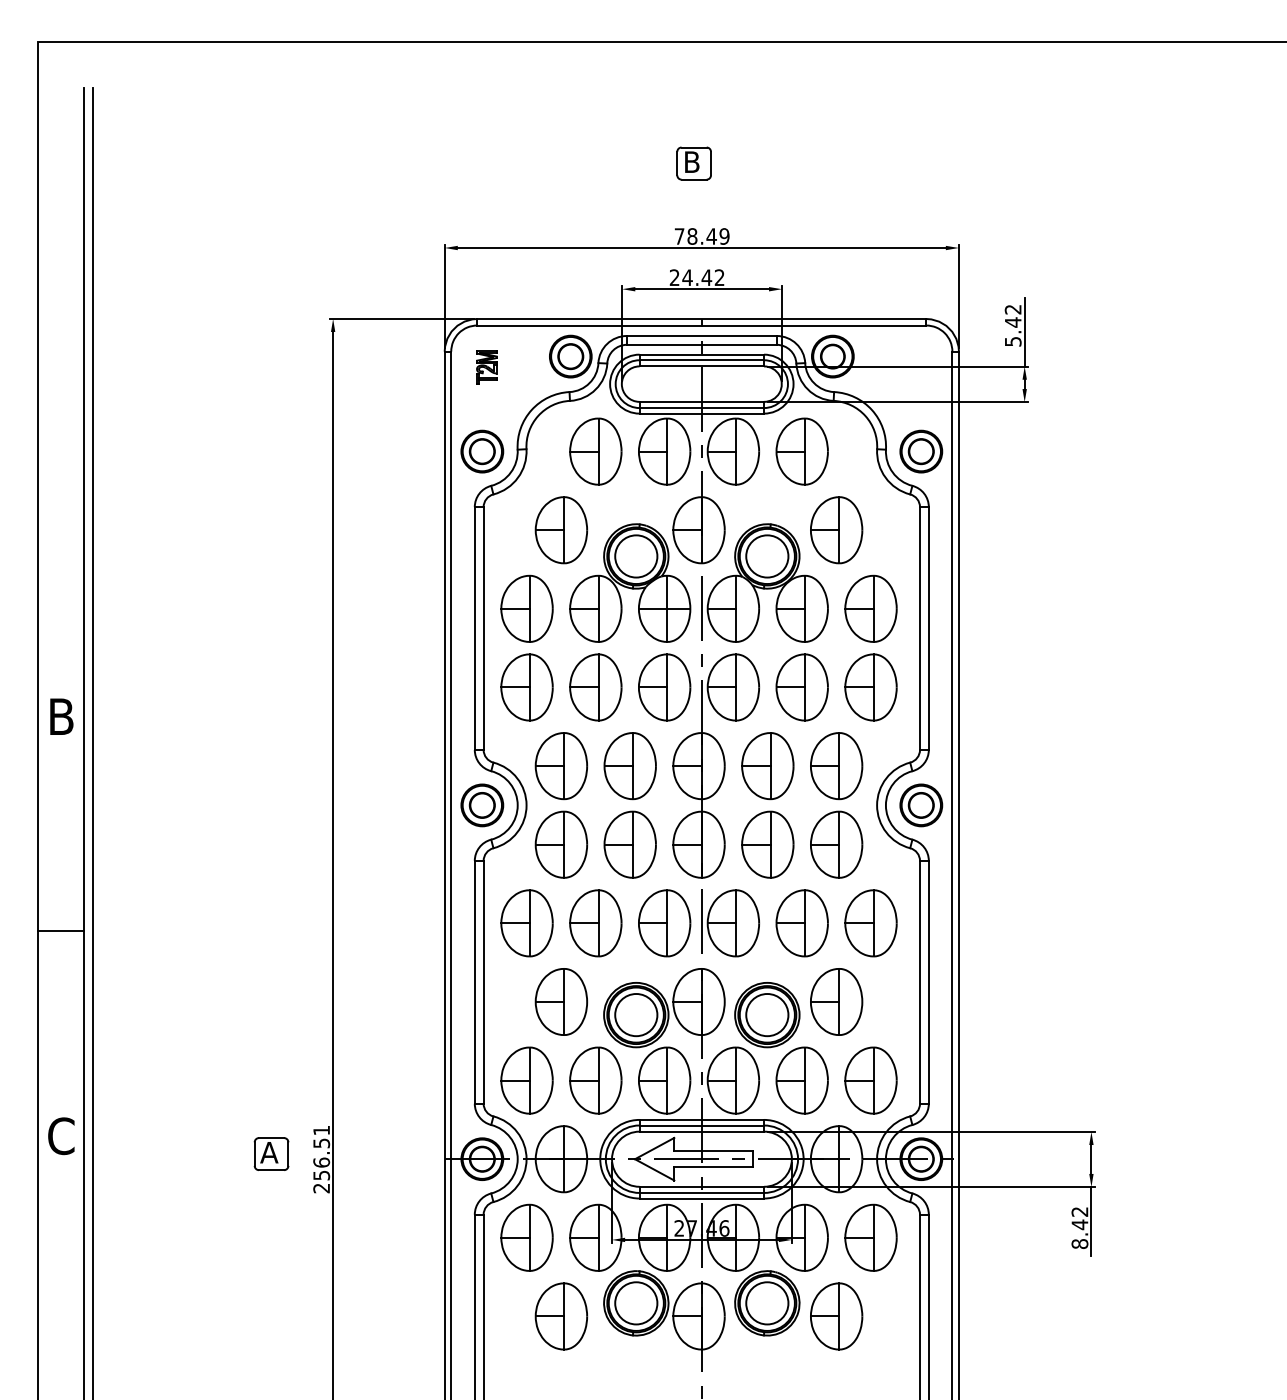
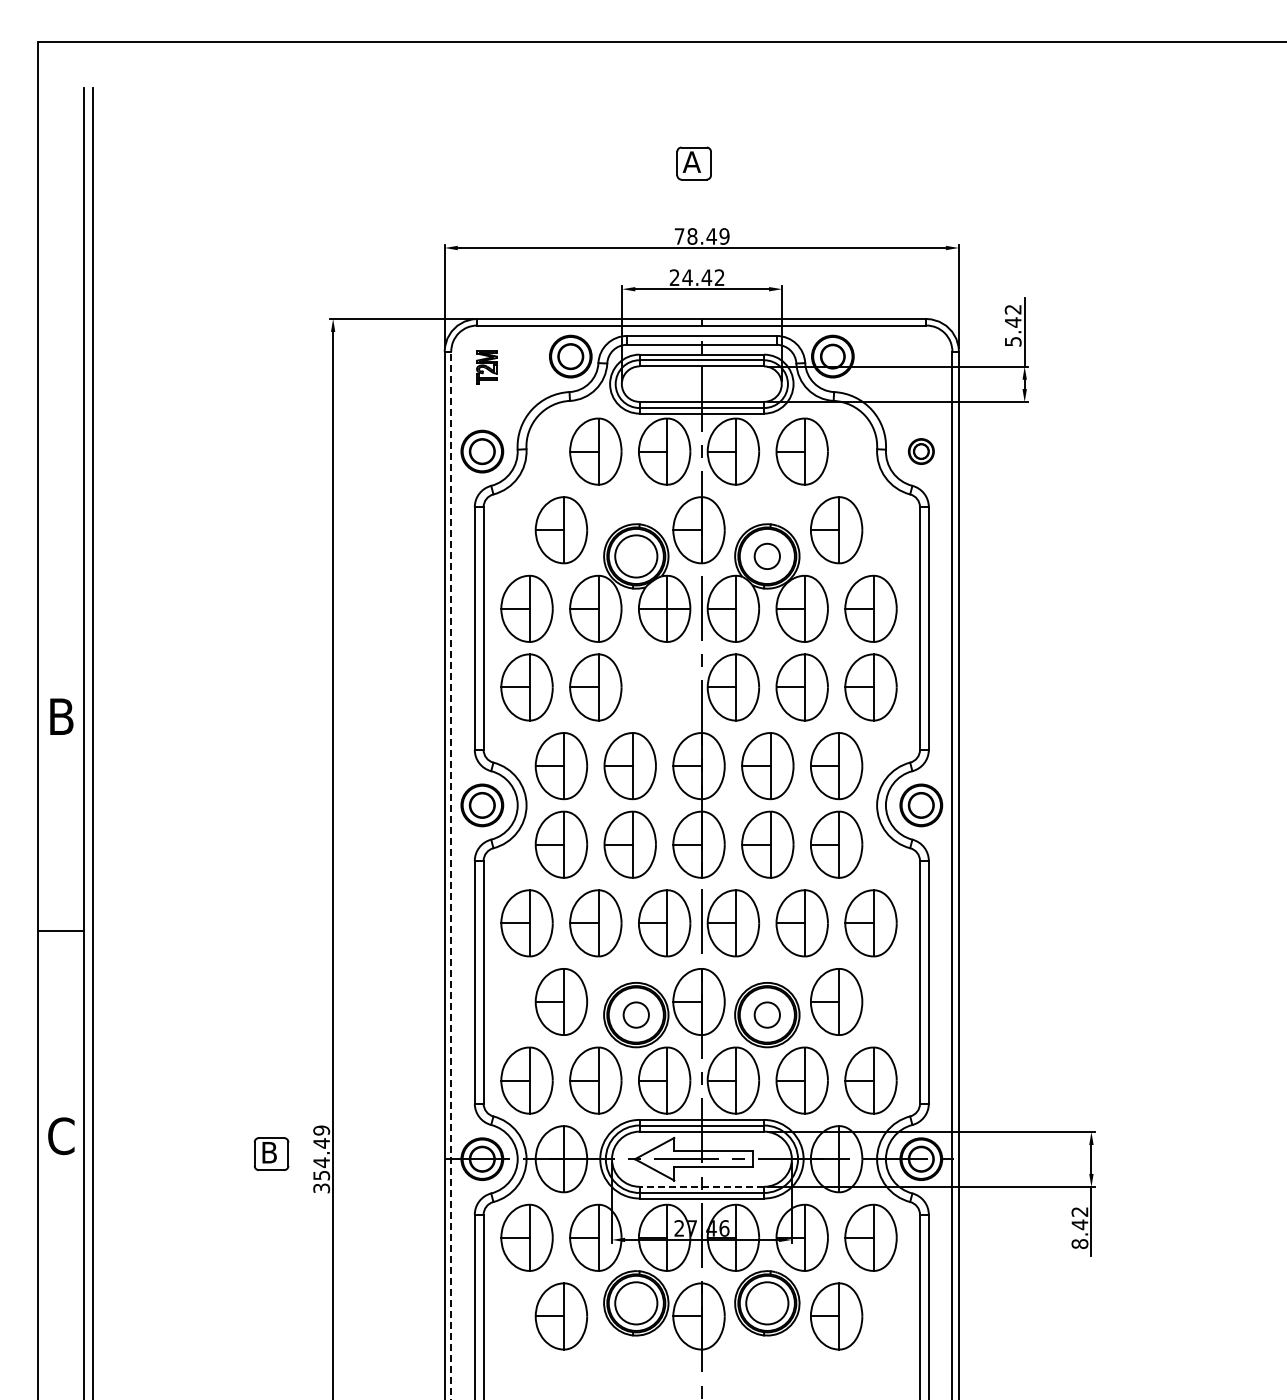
text at (691, 161): B -> A
part at (921, 451) size: 45x45 px -> 27x27 px
circle at (767, 556) diameter: 42 px -> 25 px
part at (664, 687): present -> none
line at (451, 875): solid -> dashed
circle at (636, 1014) diameter: 42 px -> 25 px
circle at (767, 1014) diameter: 42 px -> 25 px
text at (269, 1152): A -> B
text at (321, 1159): 256.51 -> 354.49
line at (701, 1186): solid -> dashed
